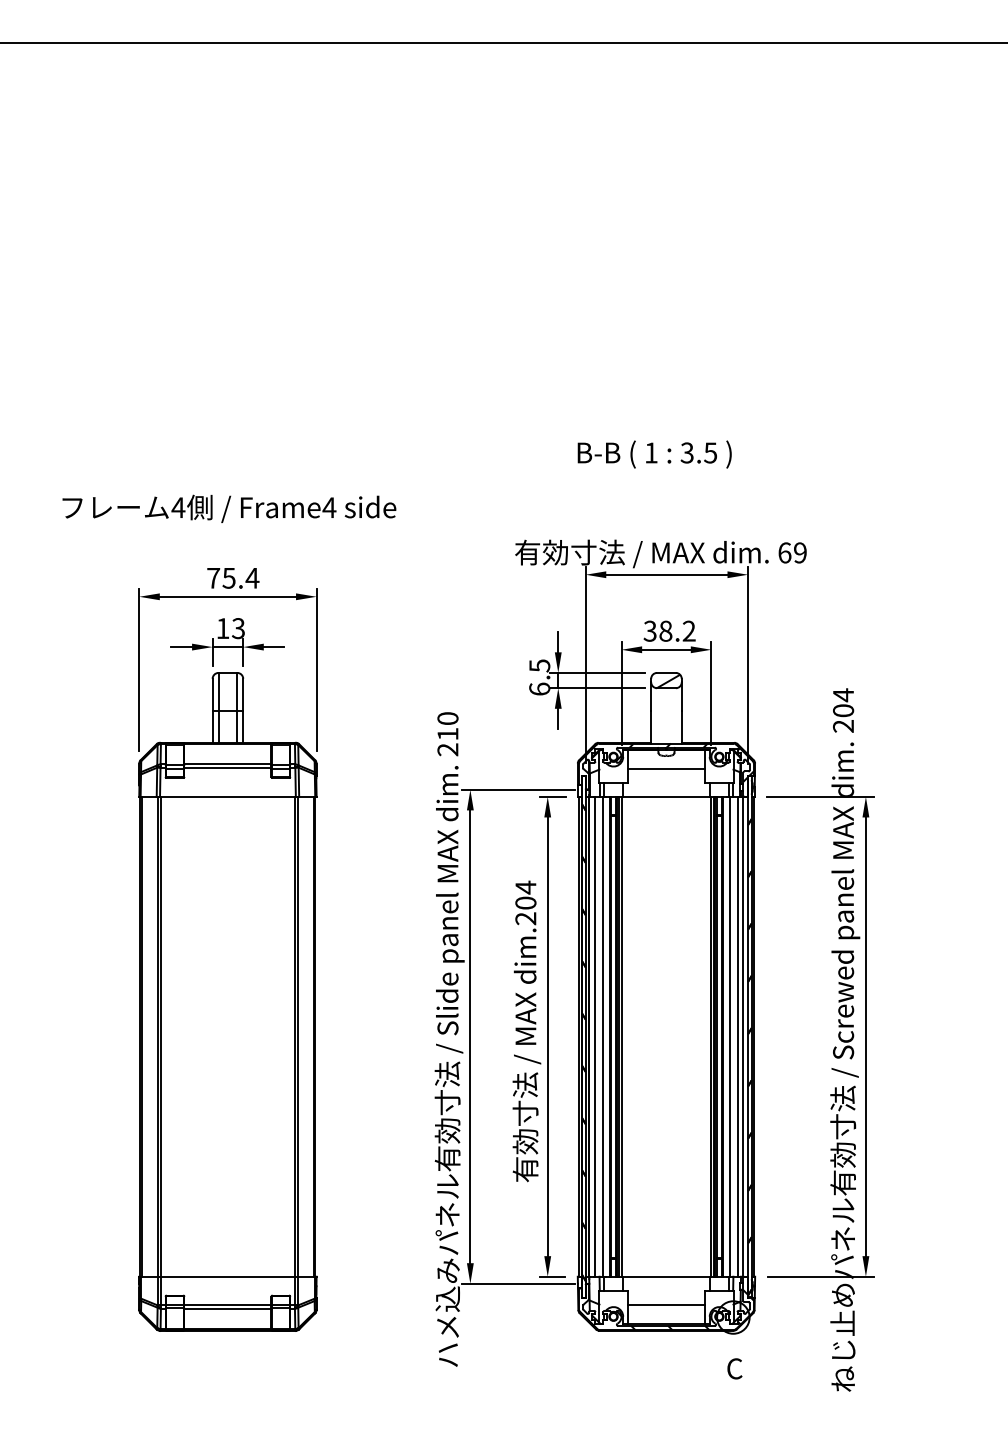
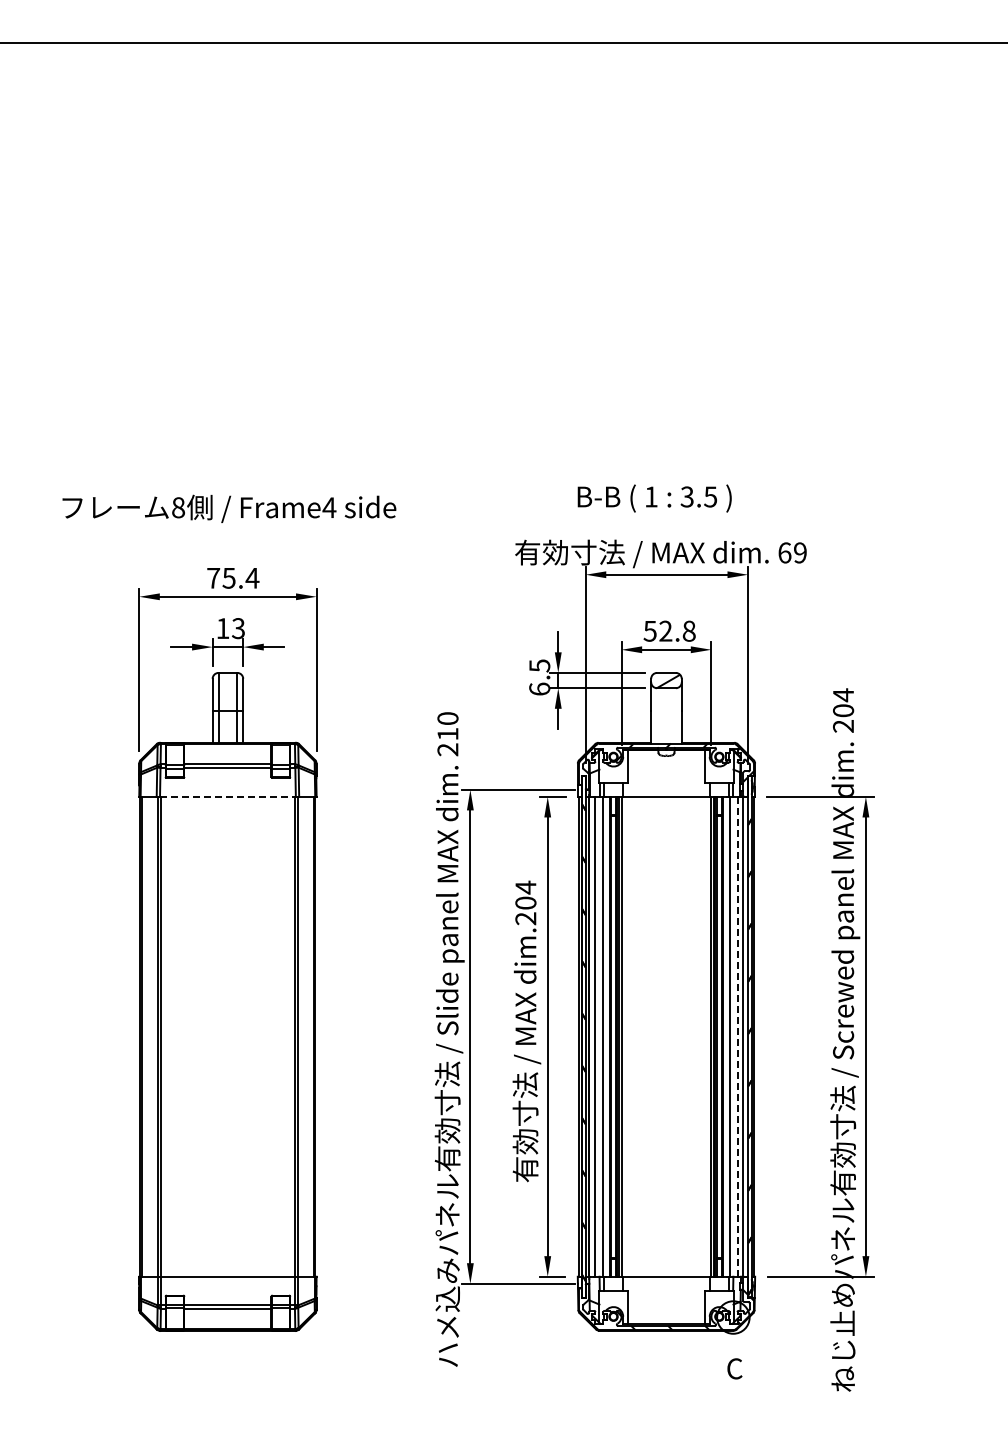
text at (654, 454) position: (654, 454) -> (654, 498)
text at (178, 507): 4 -> 8
text at (669, 630): 38.2 -> 52.8
line at (666, 769): present -> none
line at (227, 796): solid -> dashed
line at (737, 1036): solid -> dashed
line at (666, 1304): present -> none
